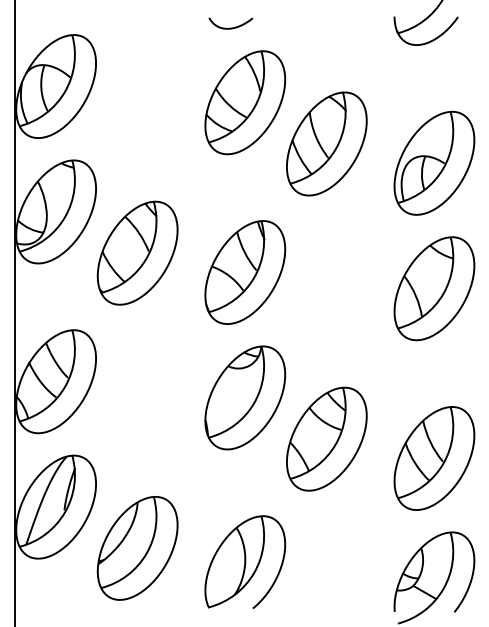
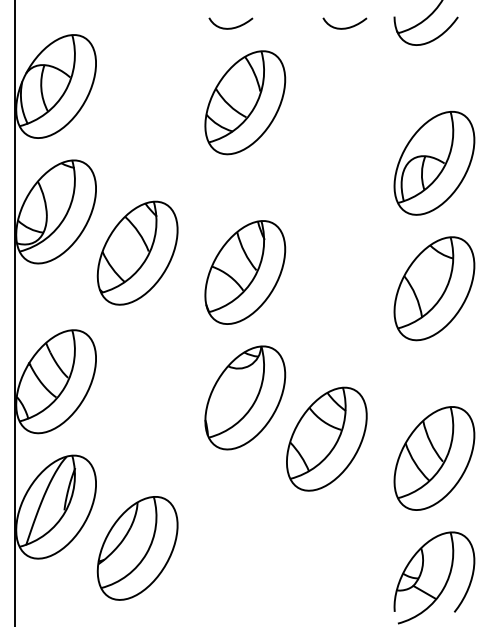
curve at (344, 27): none -> present
part at (326, 143): present -> none
part at (245, 561): present -> none
